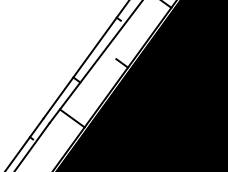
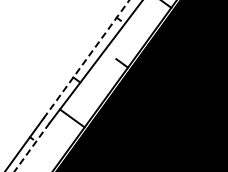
line at (86, 59): solid -> dashed
line at (32, 147): solid -> dashed
